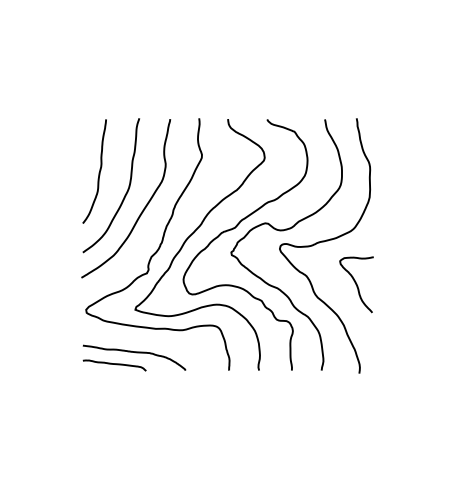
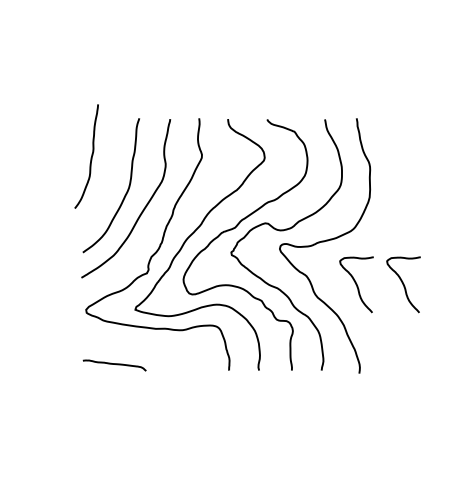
curve at (98, 172) position: (98, 172) -> (90, 157)
curve at (403, 284): none -> present
curve at (135, 353): present -> none
